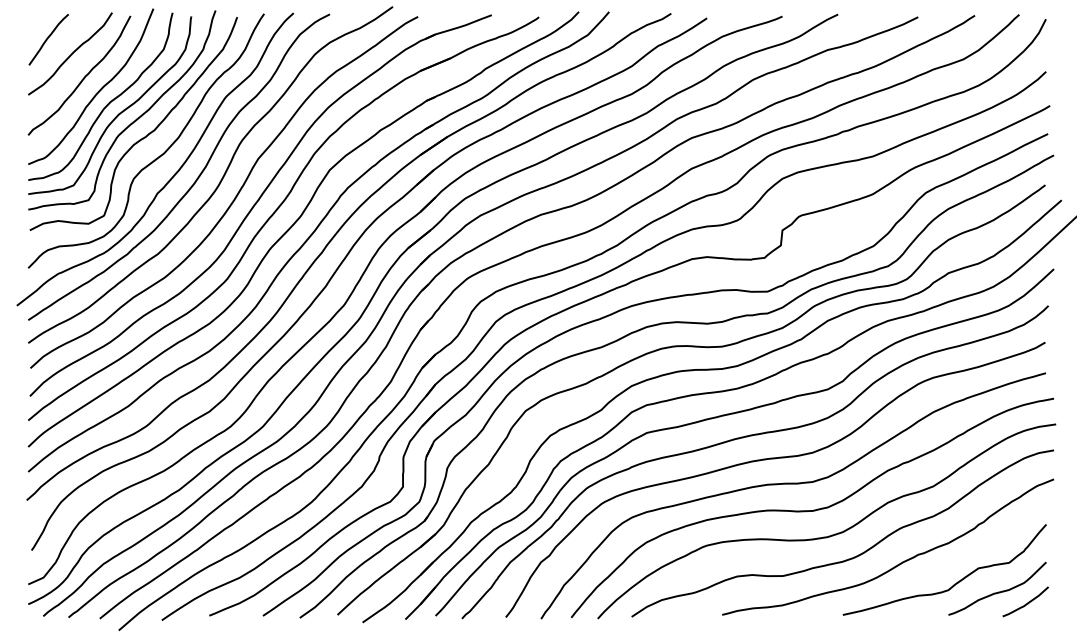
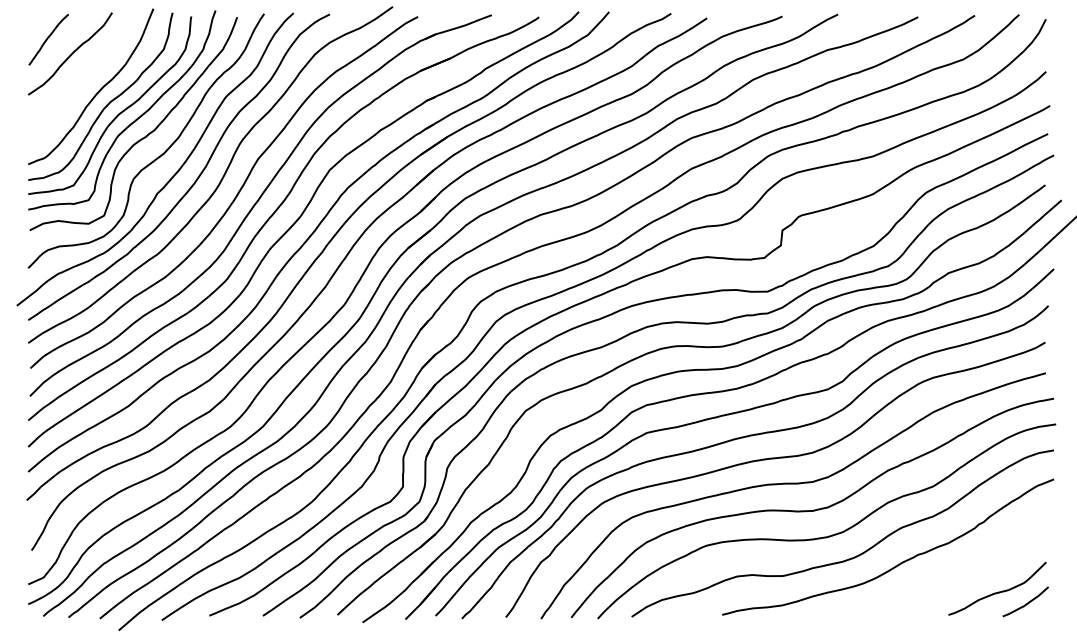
curve at (82, 78): present -> none
curve at (954, 583): present -> none
